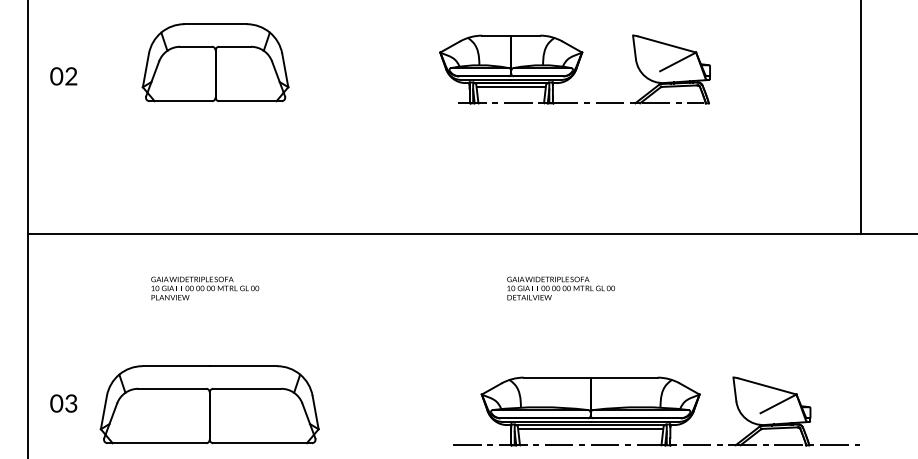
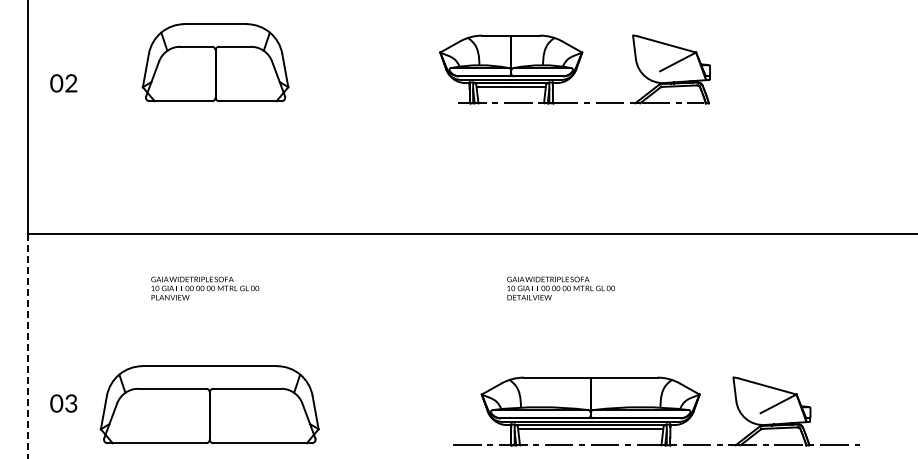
text at (63, 76) position: (63, 76) -> (63, 83)
line at (861, 118): present -> none
line at (27, 346): solid -> dashed
